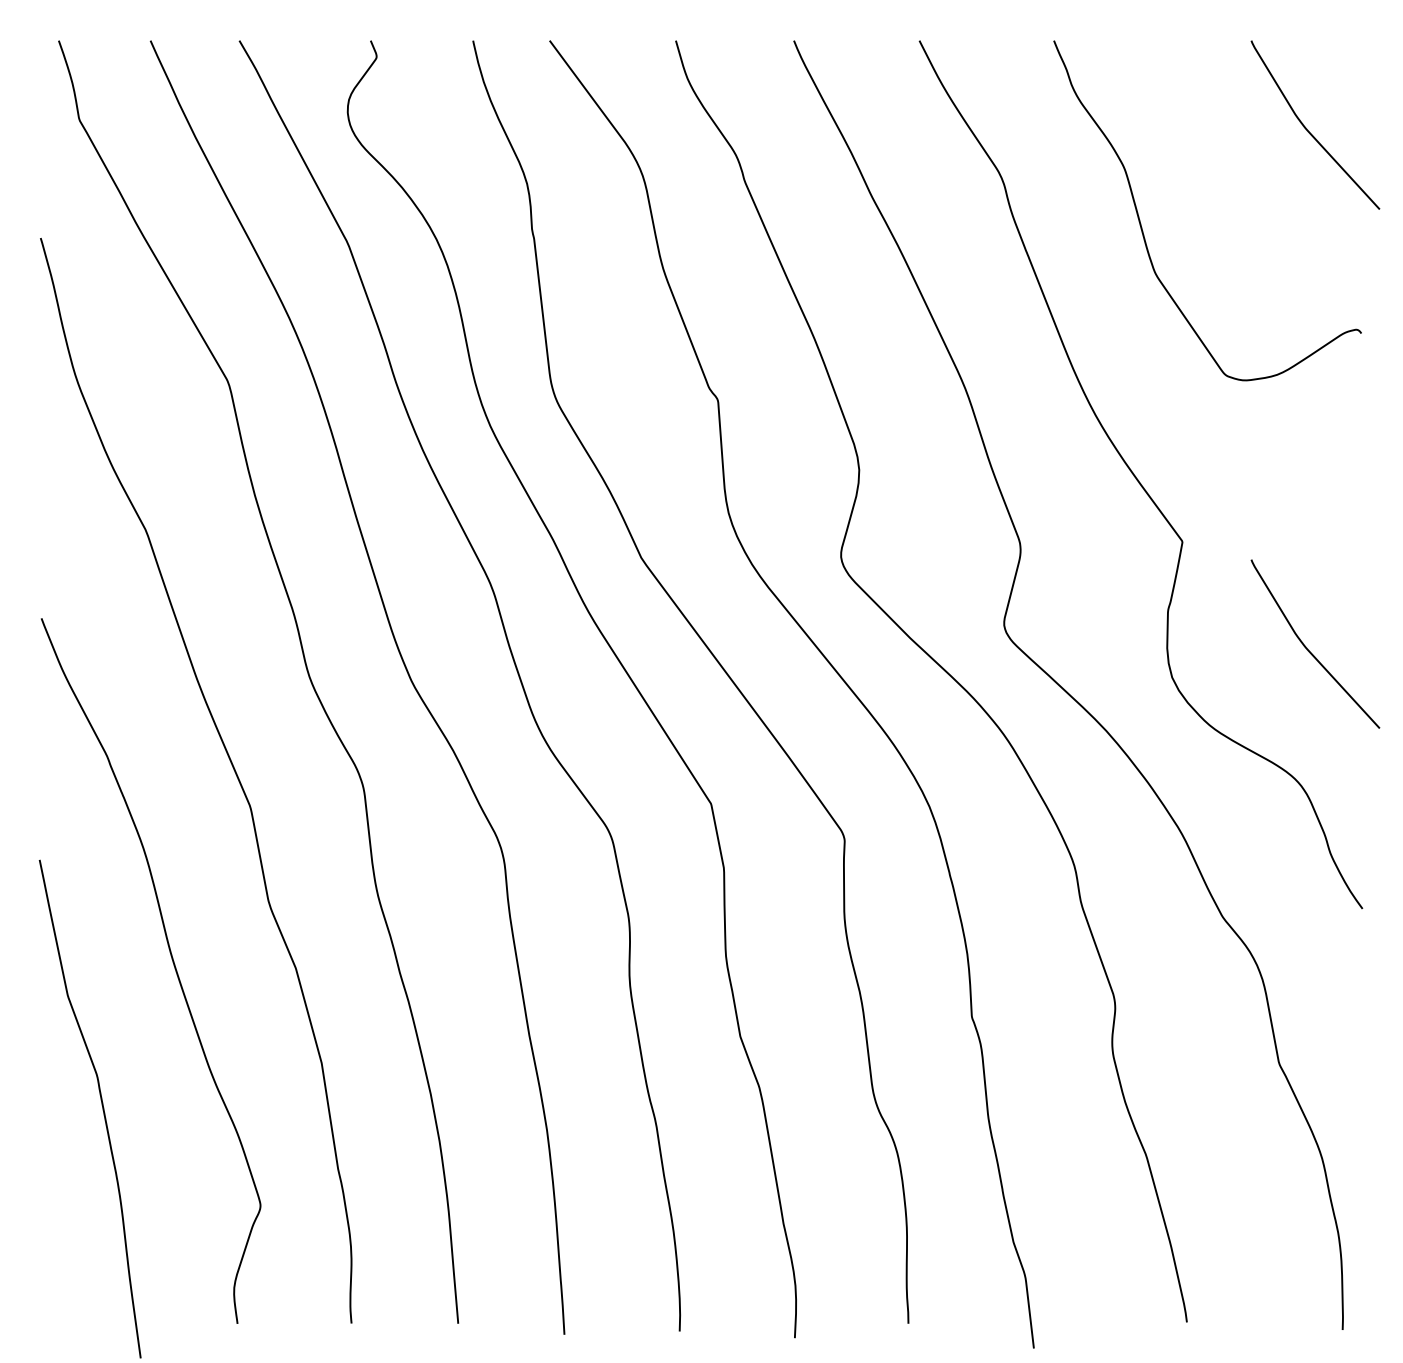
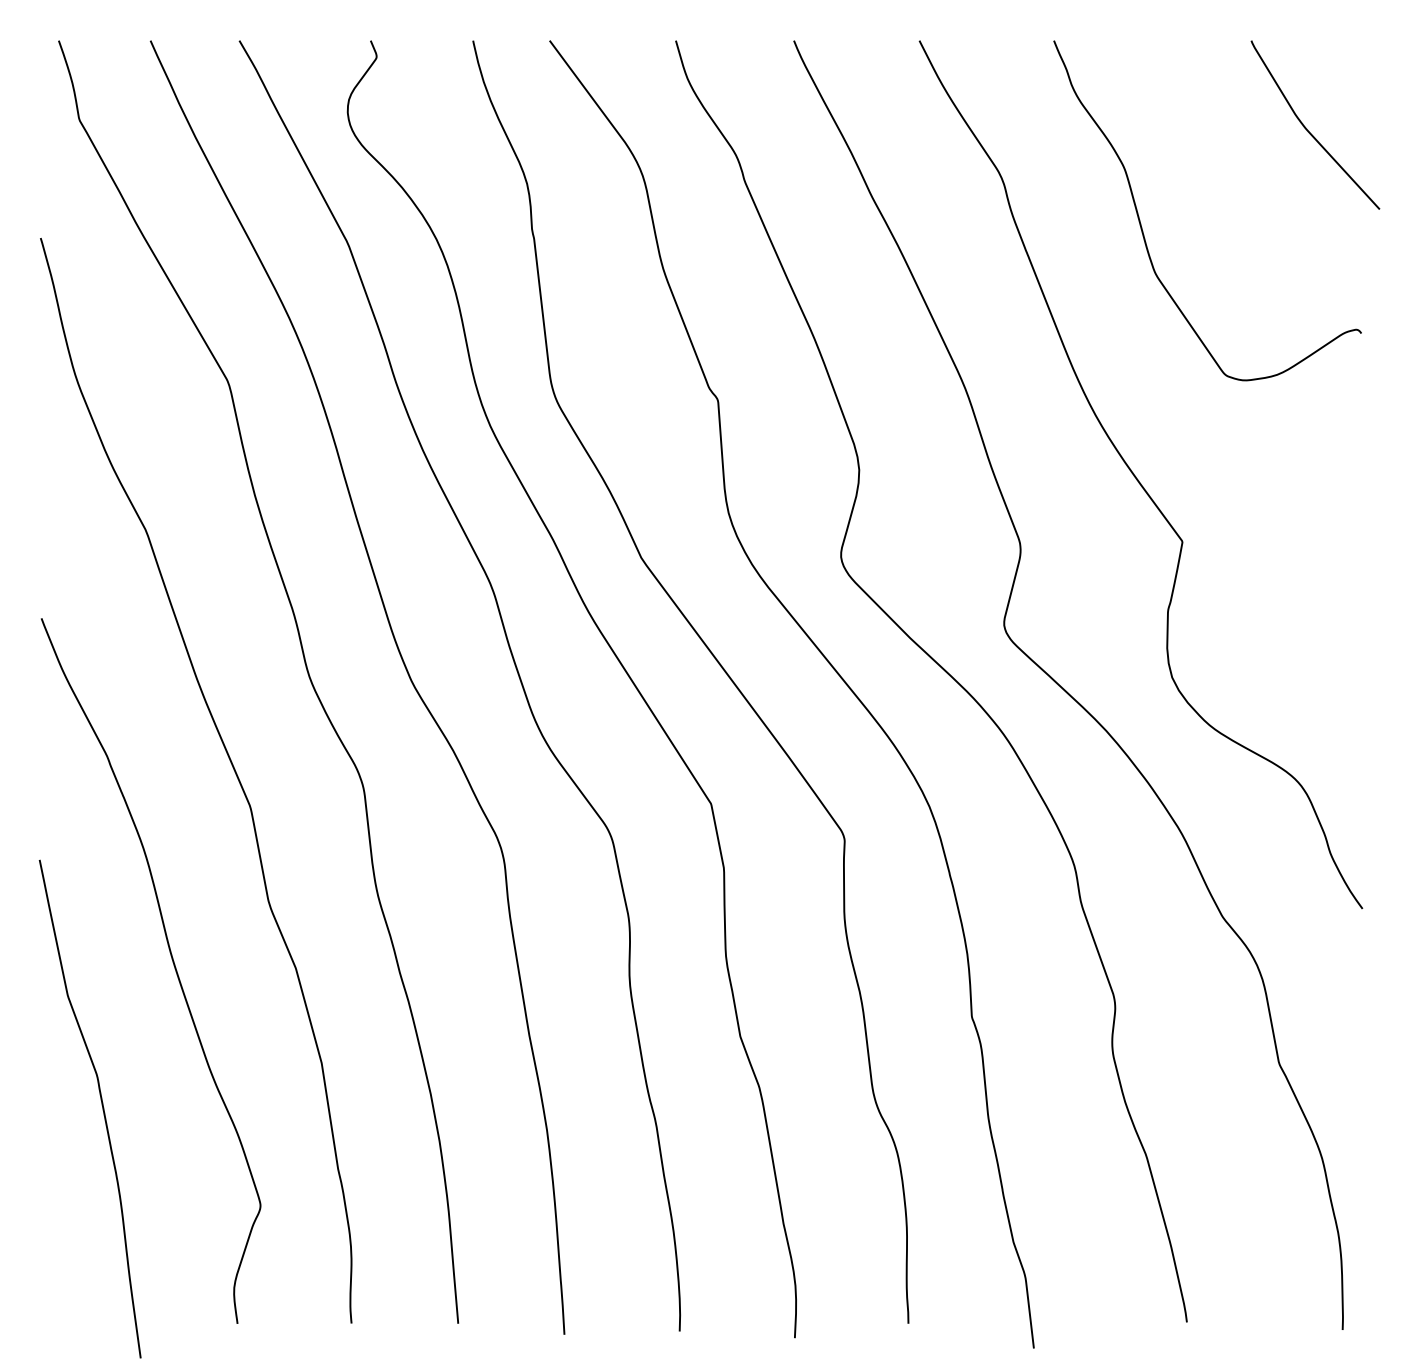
curve at (1308, 649): present -> none
